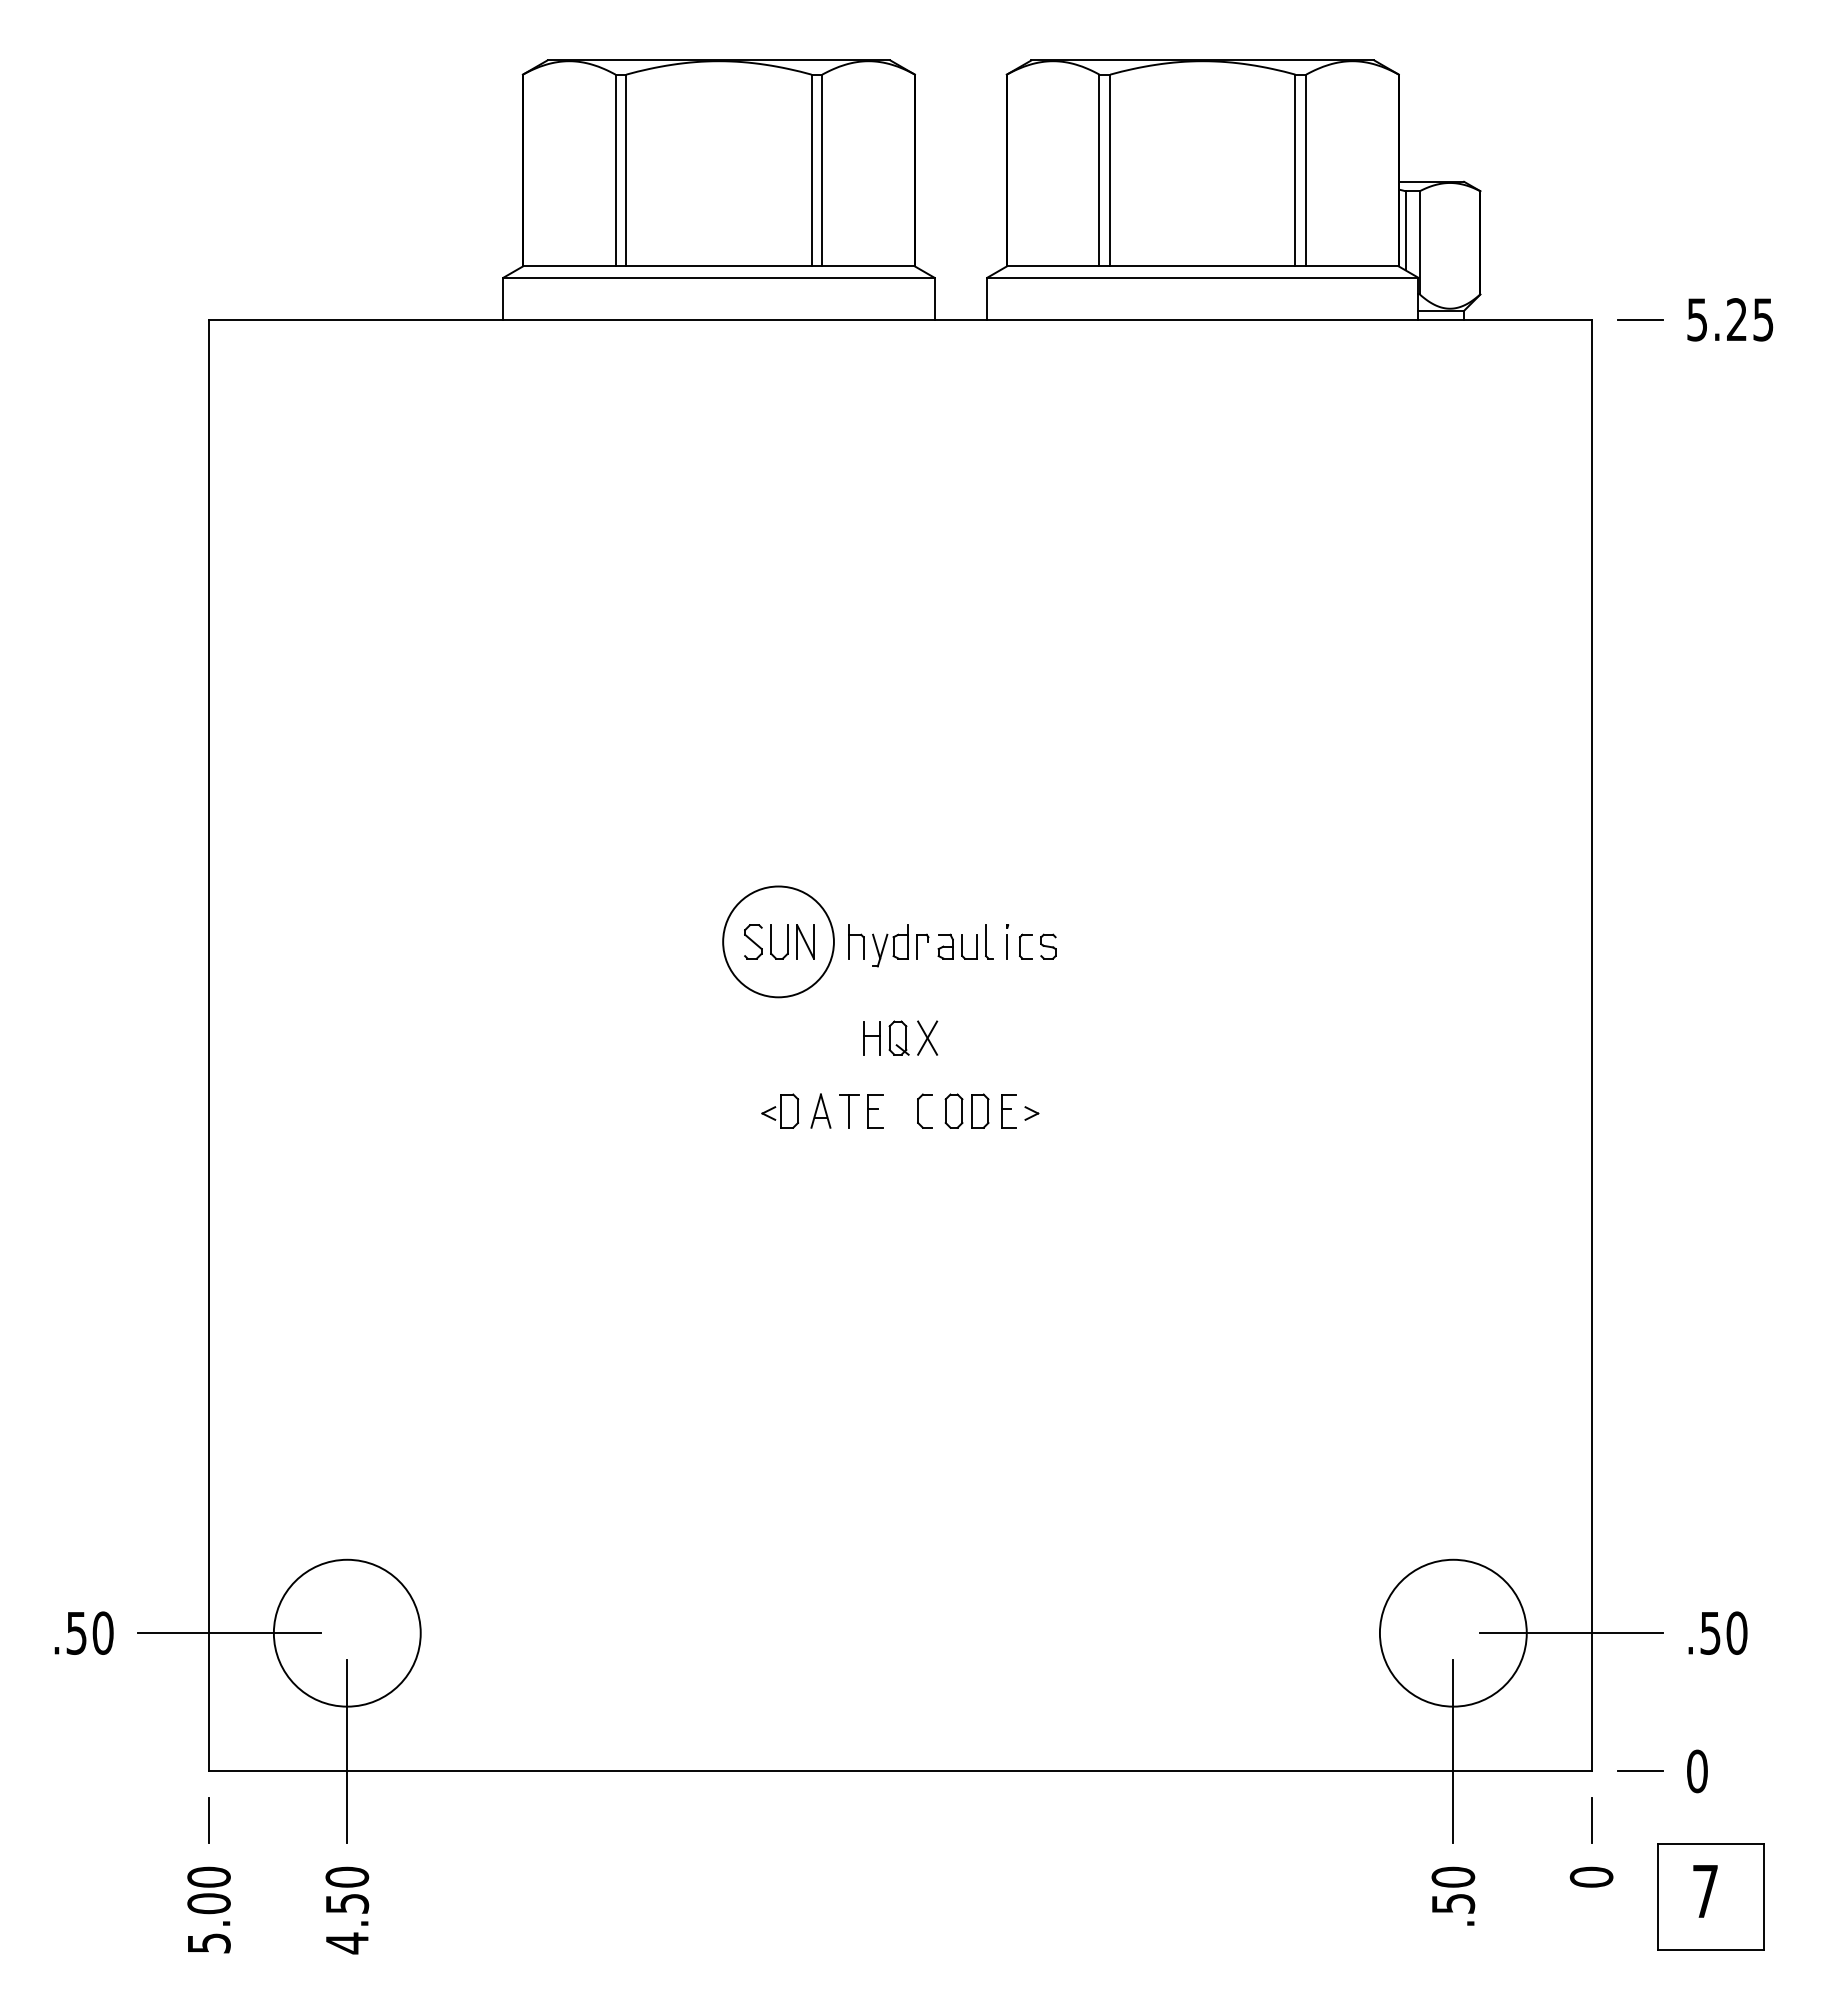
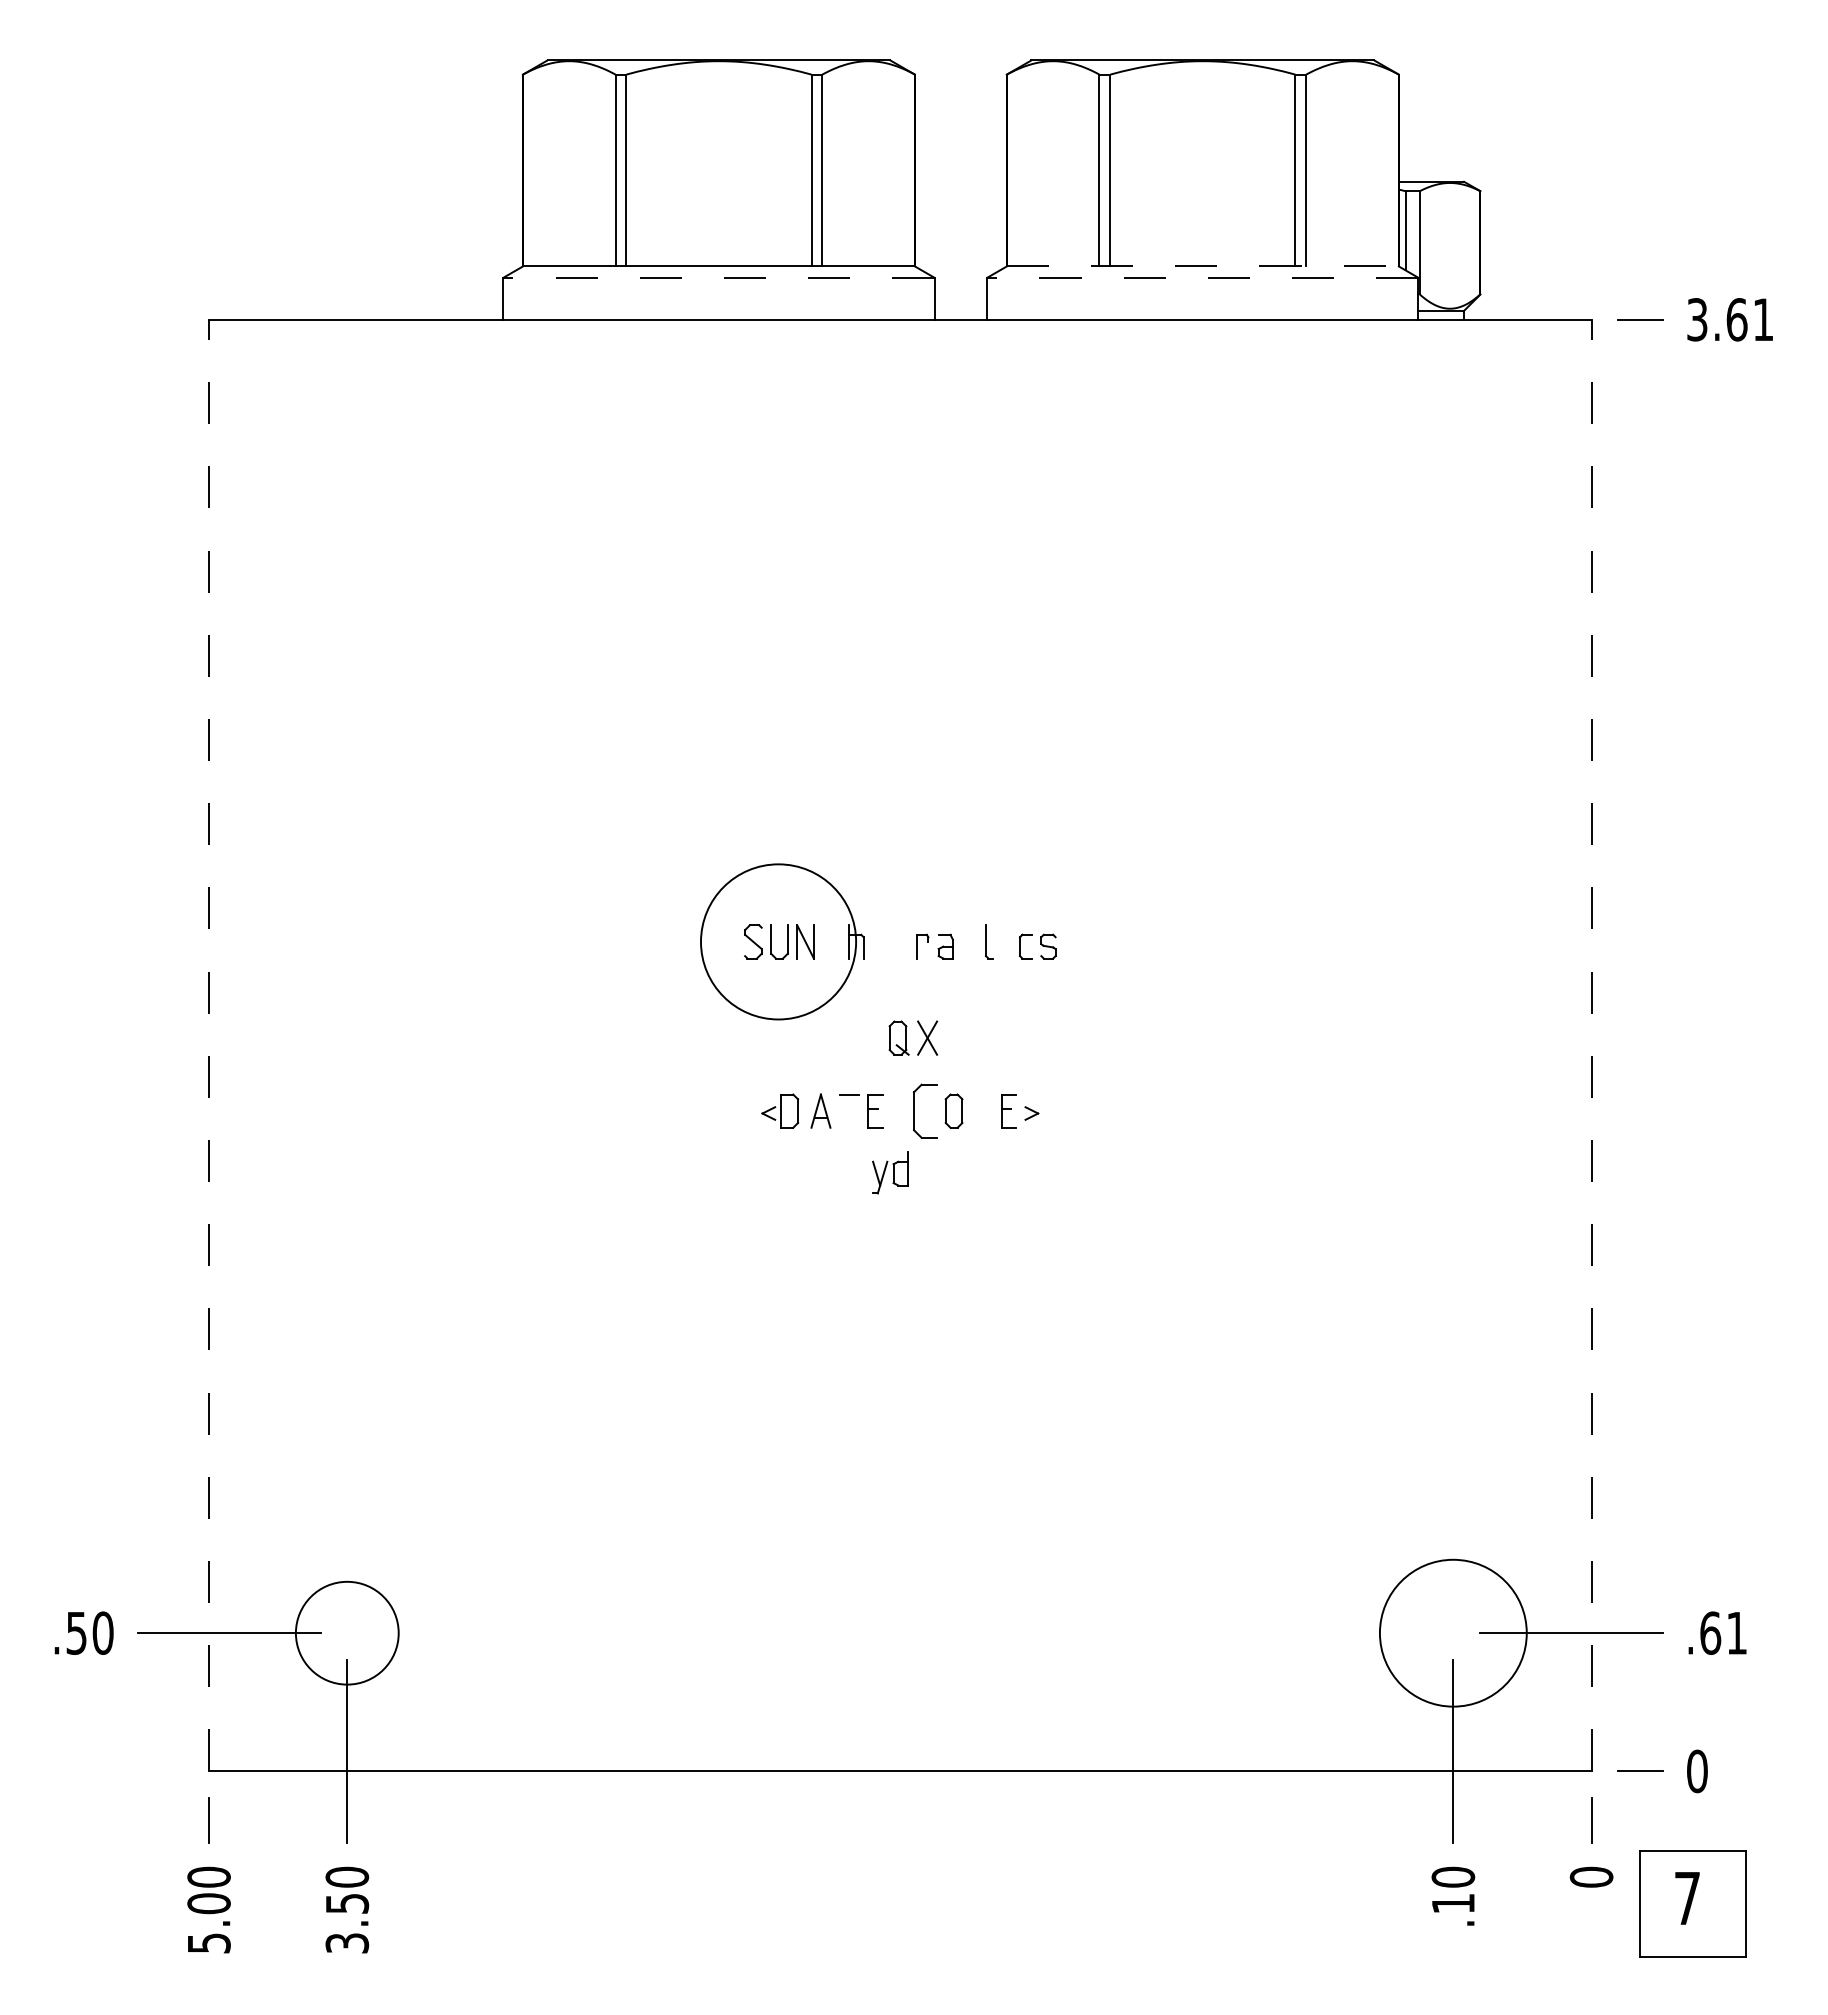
line at (1203, 266): solid -> dashed
line at (718, 277): solid -> dashed
line at (1202, 277): solid -> dashed
text at (1730, 319): 5.25 -> 3.61
circle at (778, 941) diameter: 111 px -> 155 px
part at (1007, 941): present -> none
part at (890, 945) position: (890, 945) -> (890, 1172)
part at (962, 946): present -> none
part at (871, 1038): present -> none
line at (209, 1045): solid -> dashed
line at (1591, 1045): solid -> dashed
line at (849, 1110): present -> none
part at (924, 1110) size: 16x36 px -> 25x56 px
part at (980, 1110): present -> none
circle at (346, 1632) diameter: 147 px -> 103 px
text at (1723, 1632): .50 -> .61
part at (1710, 1896) position: (1710, 1896) -> (1692, 1903)
text at (1453, 1903): .50 -> .10
text at (347, 1943): 4.50 -> 3.50
